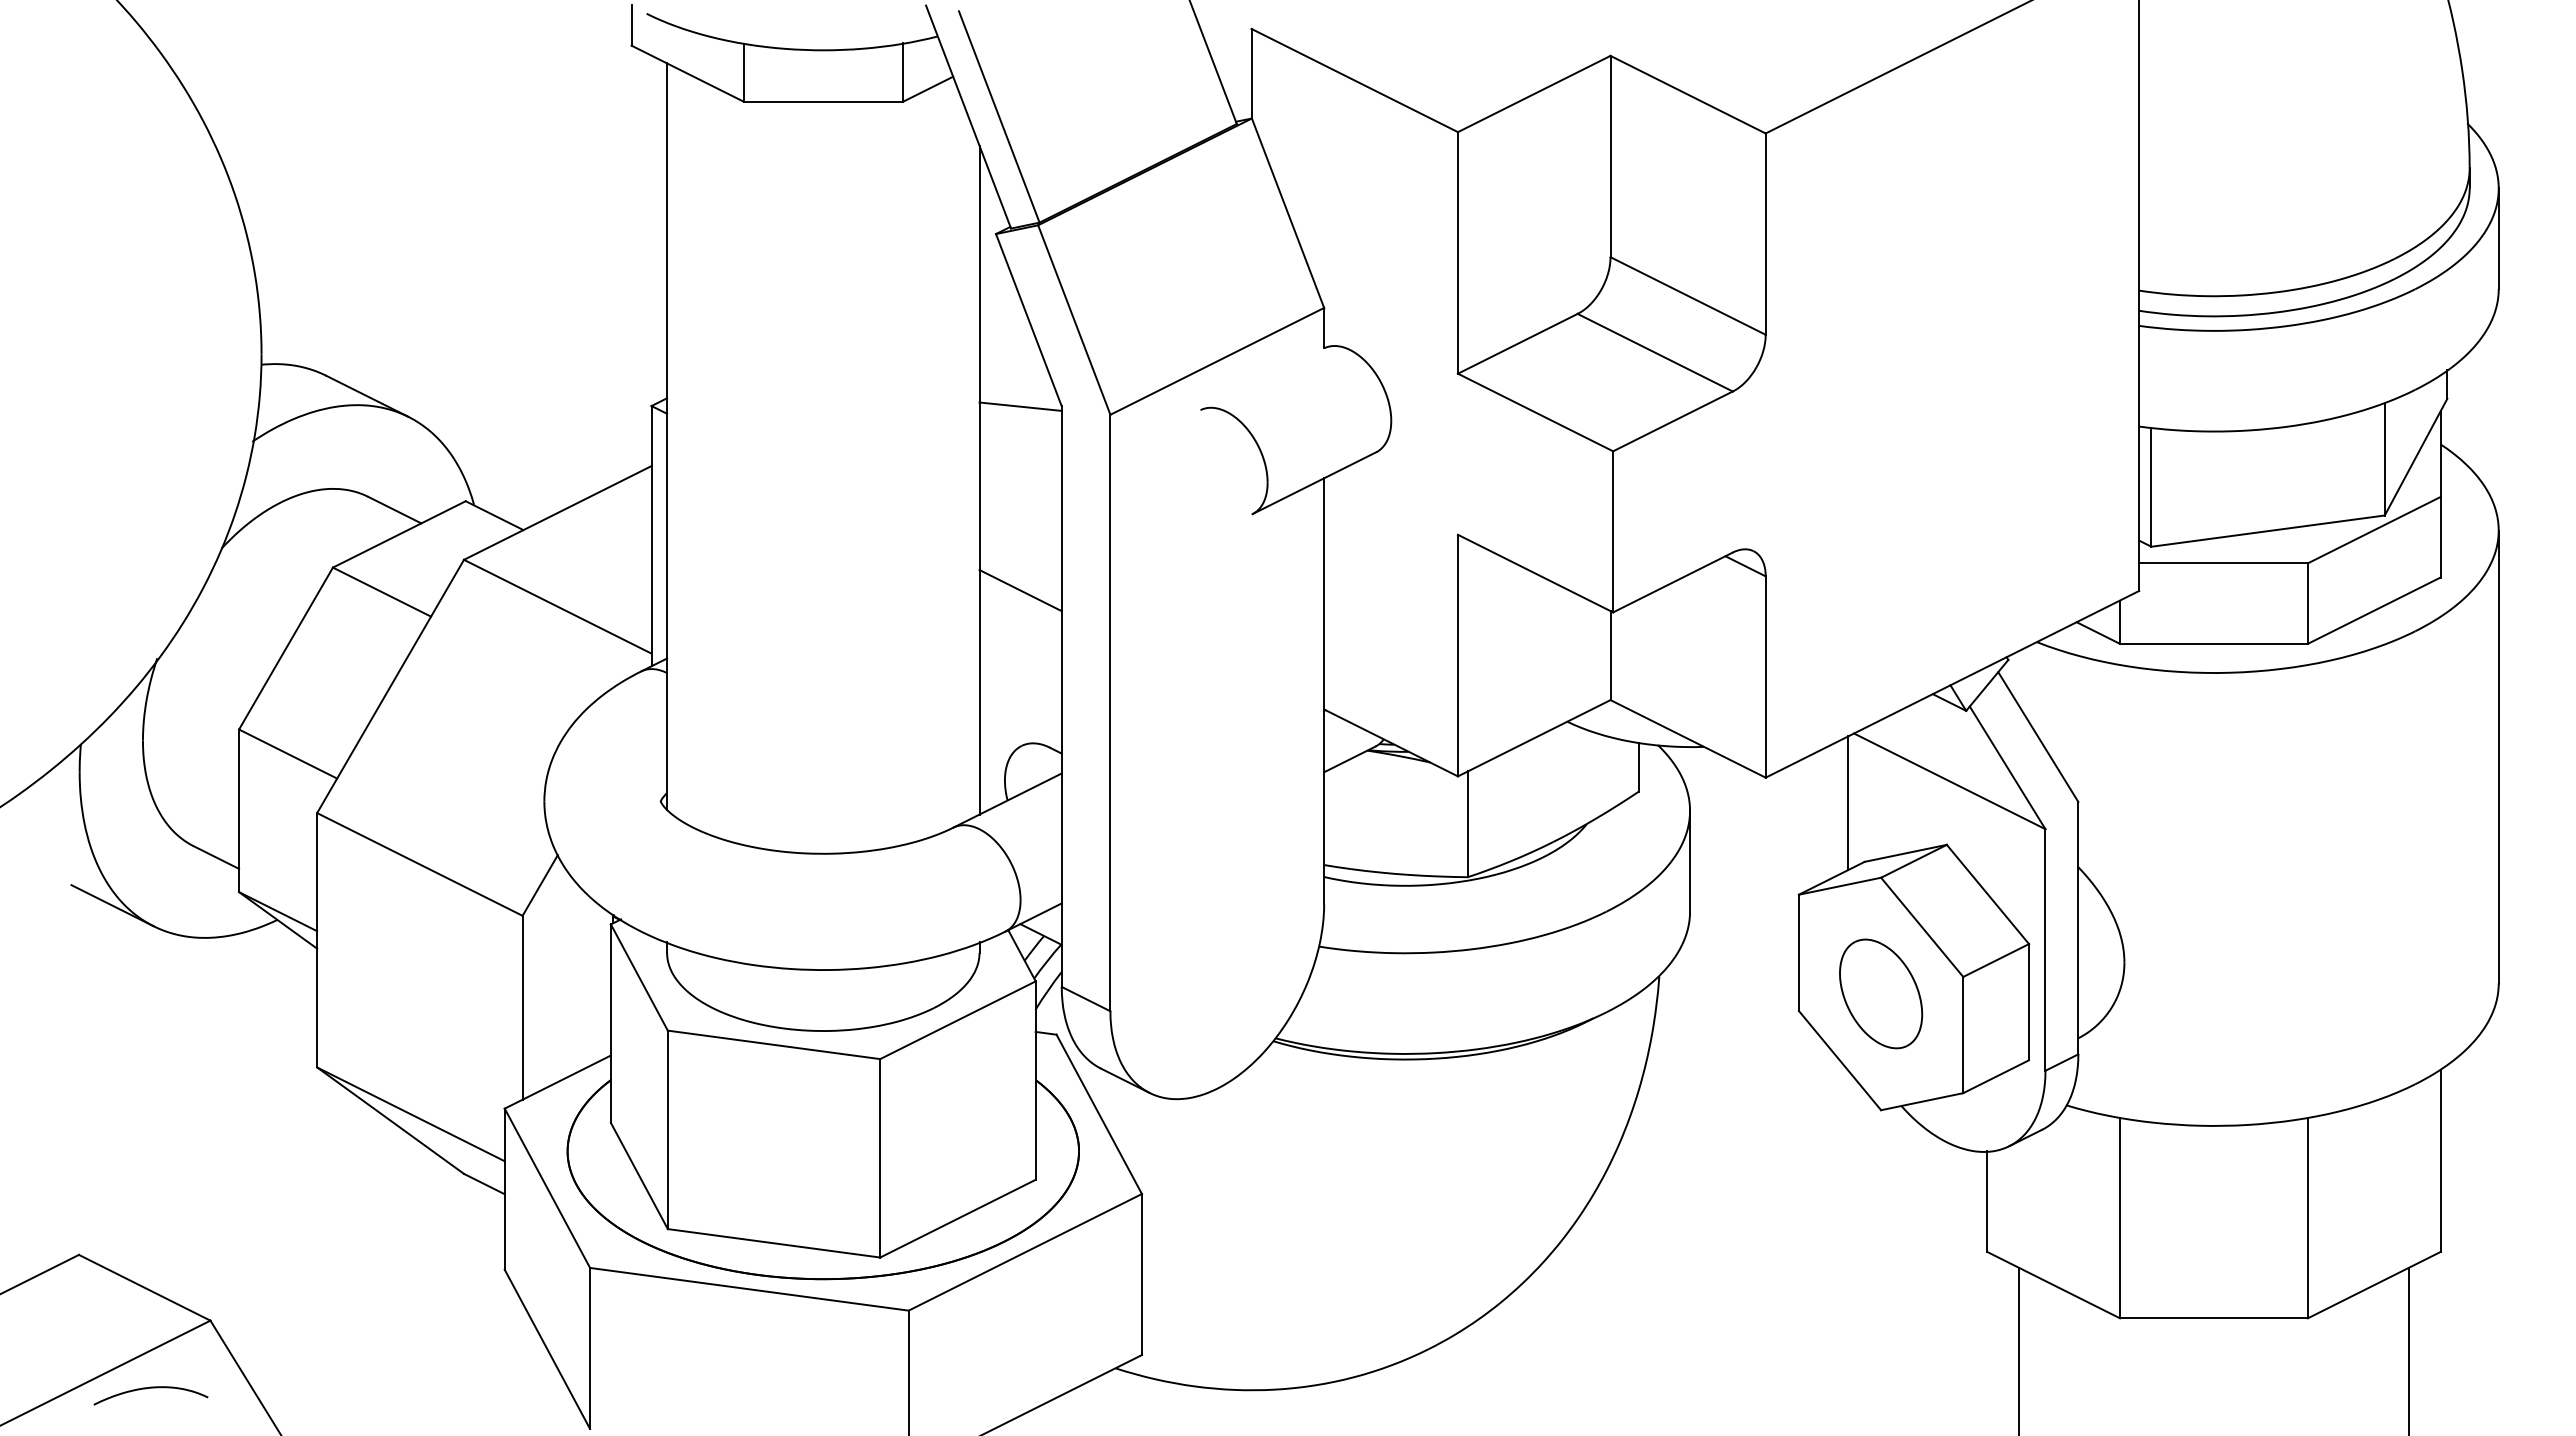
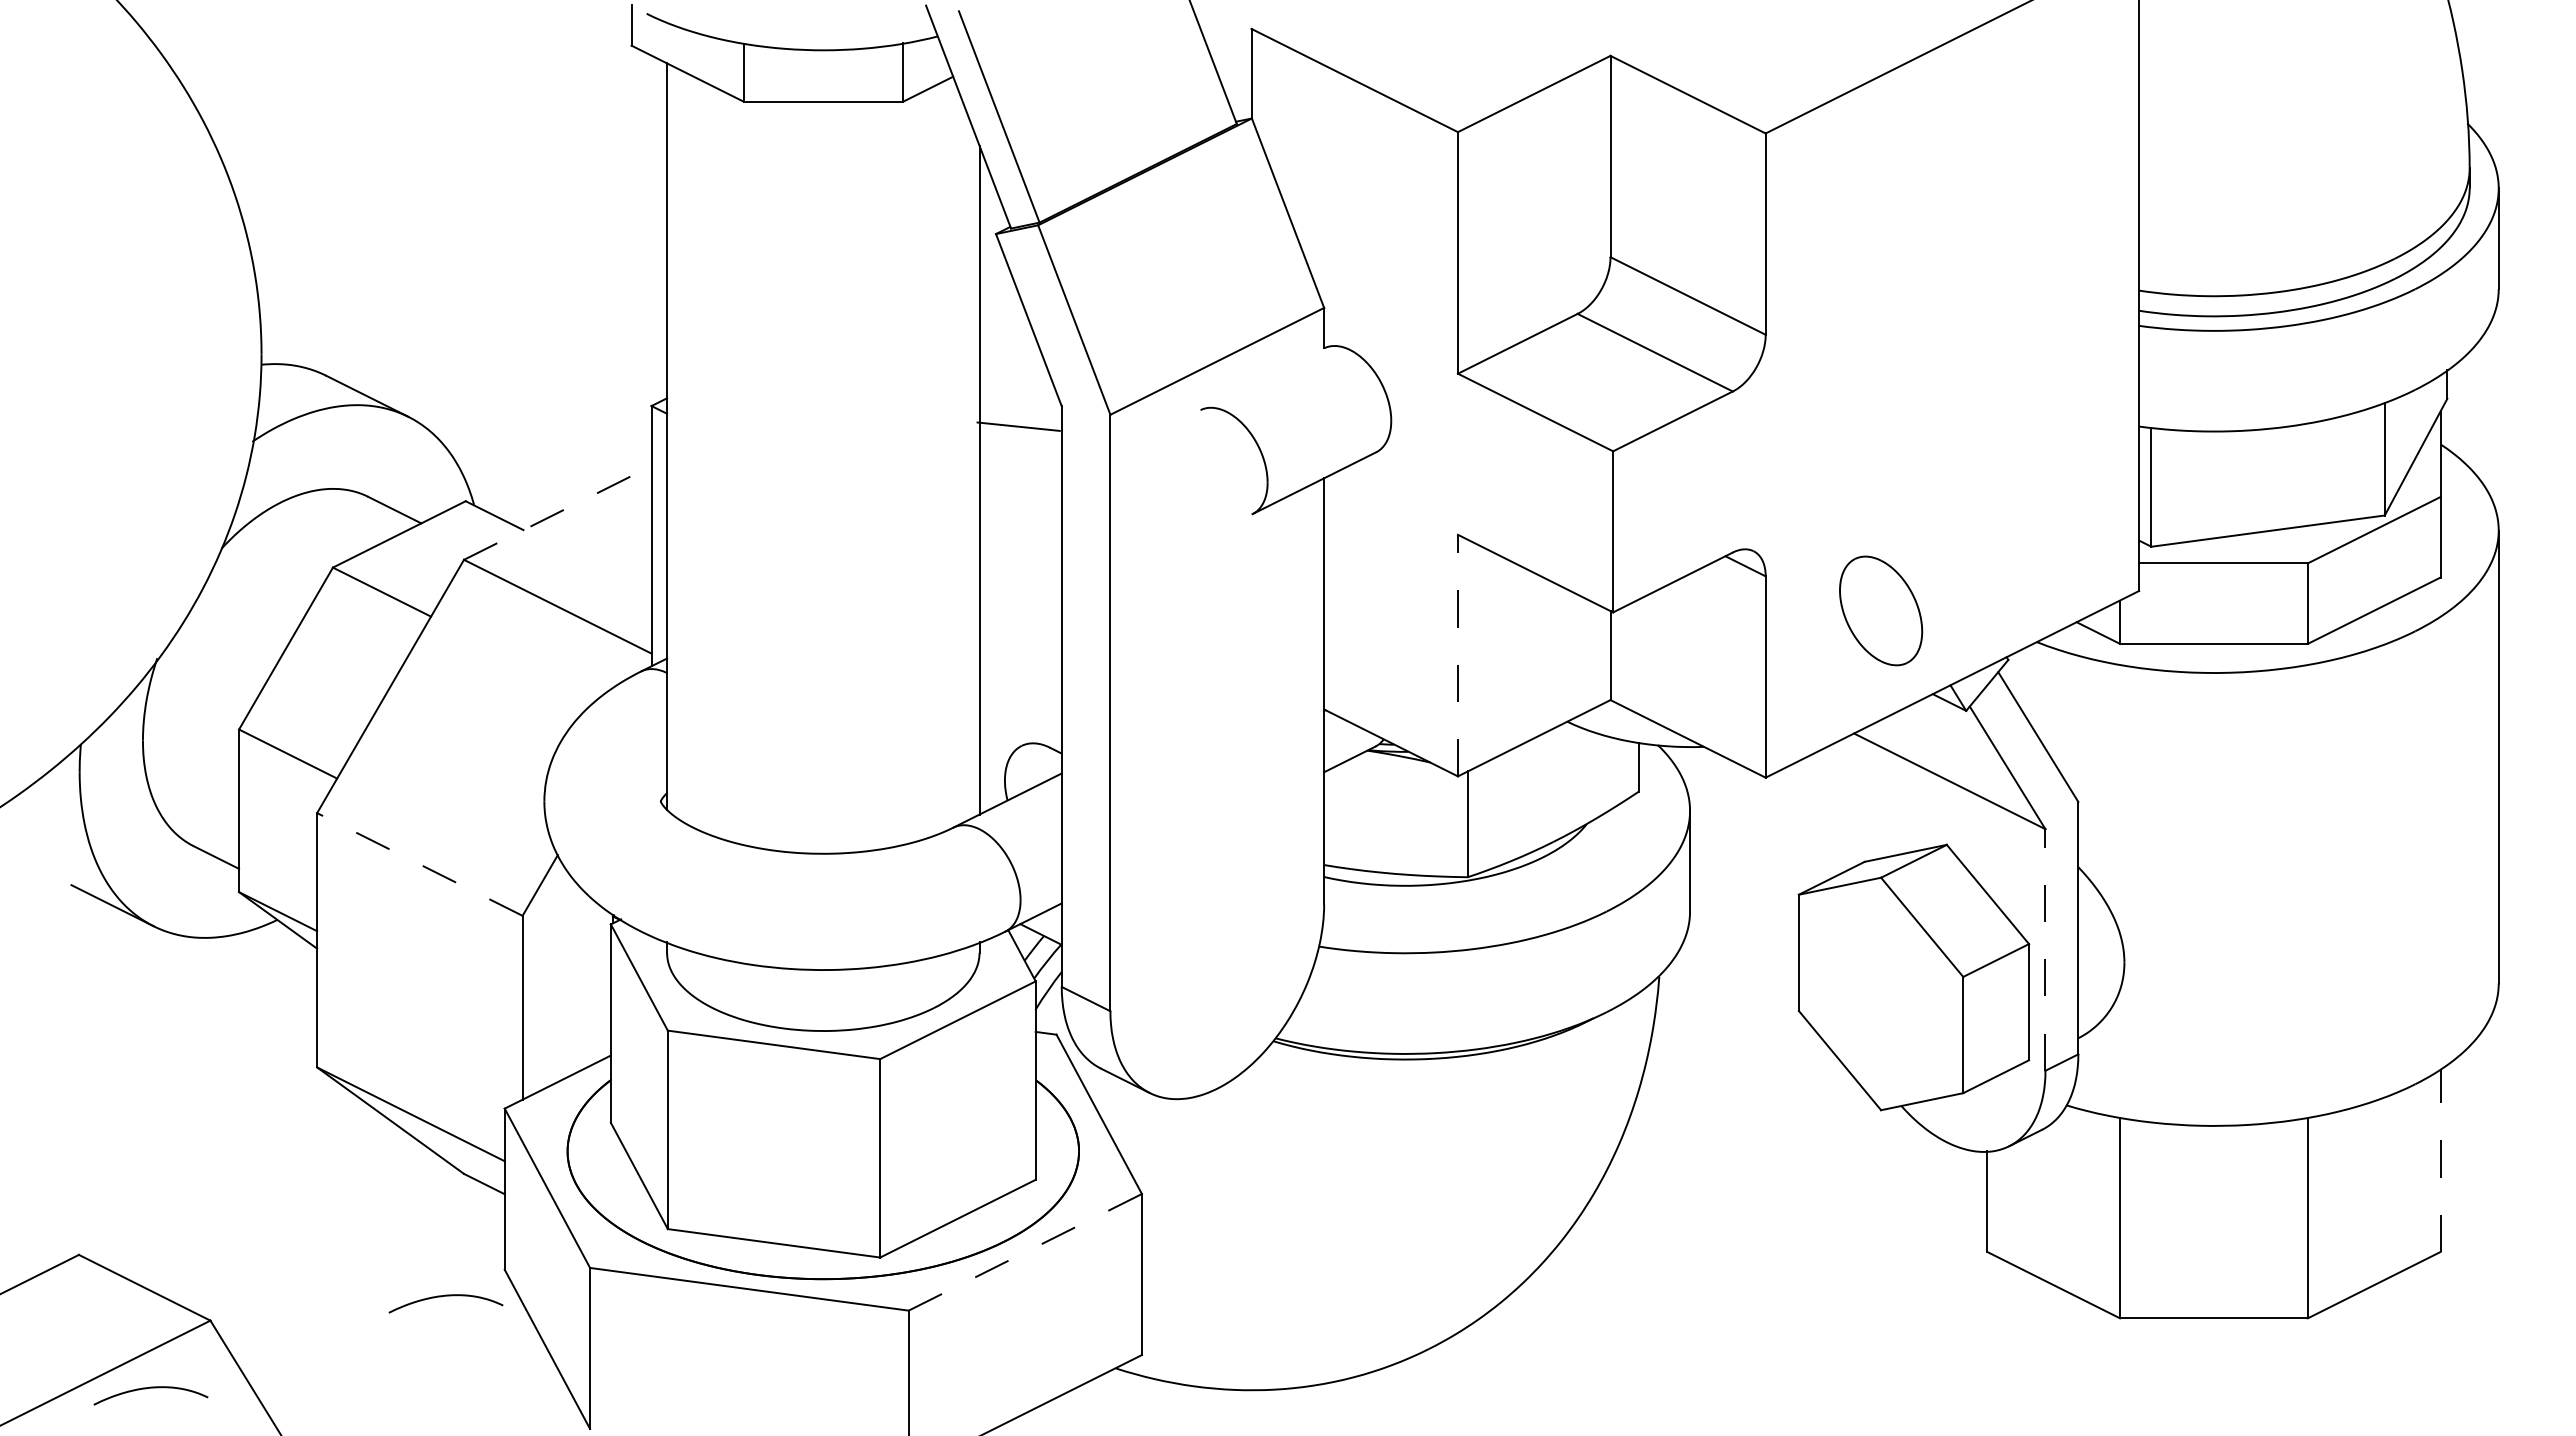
line at (1020, 406) position: (1020, 406) -> (1018, 426)
line at (557, 512): solid -> dashed
line at (1020, 590): present -> none
line at (1457, 655): solid -> dashed
line at (1848, 803): present -> none
line at (419, 864): solid -> dashed
line at (2045, 950): solid -> dashed
part at (1881, 993) position: (1881, 993) -> (1881, 610)
line at (2440, 1160): solid -> dashed
line at (1025, 1252): solid -> dashed
curve at (445, 1296): none -> present
line at (2018, 1349): present -> none
line at (2409, 1349): present -> none
